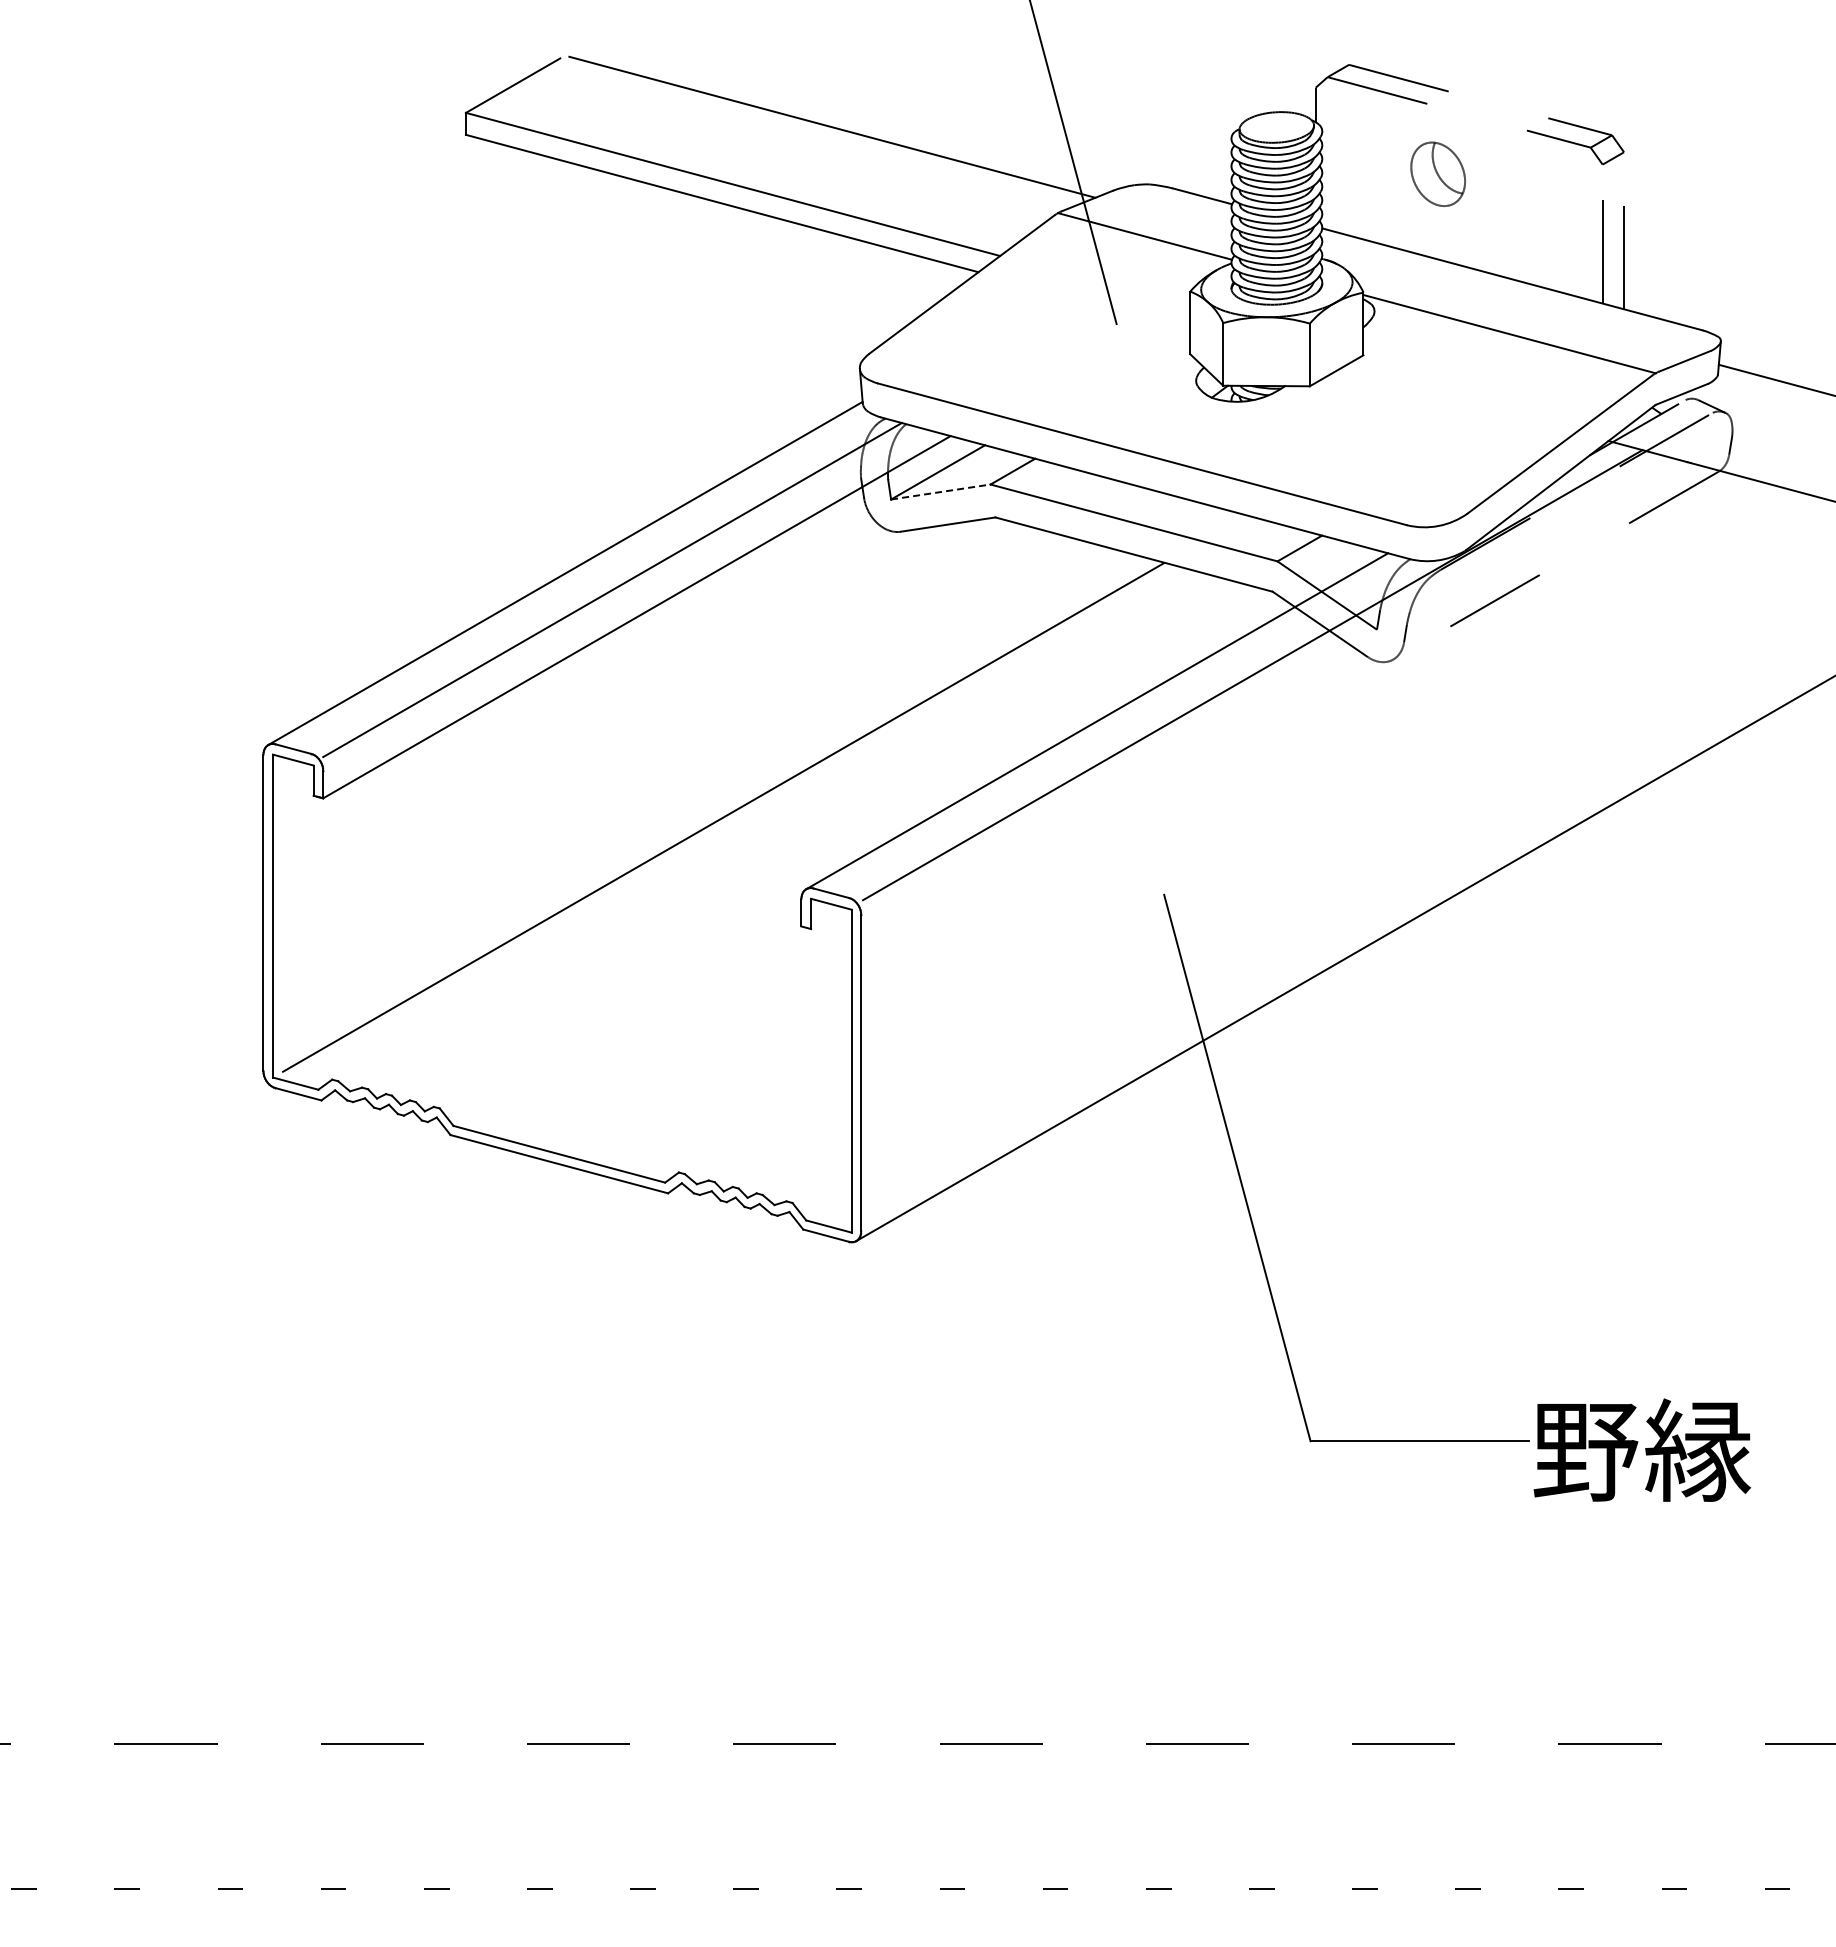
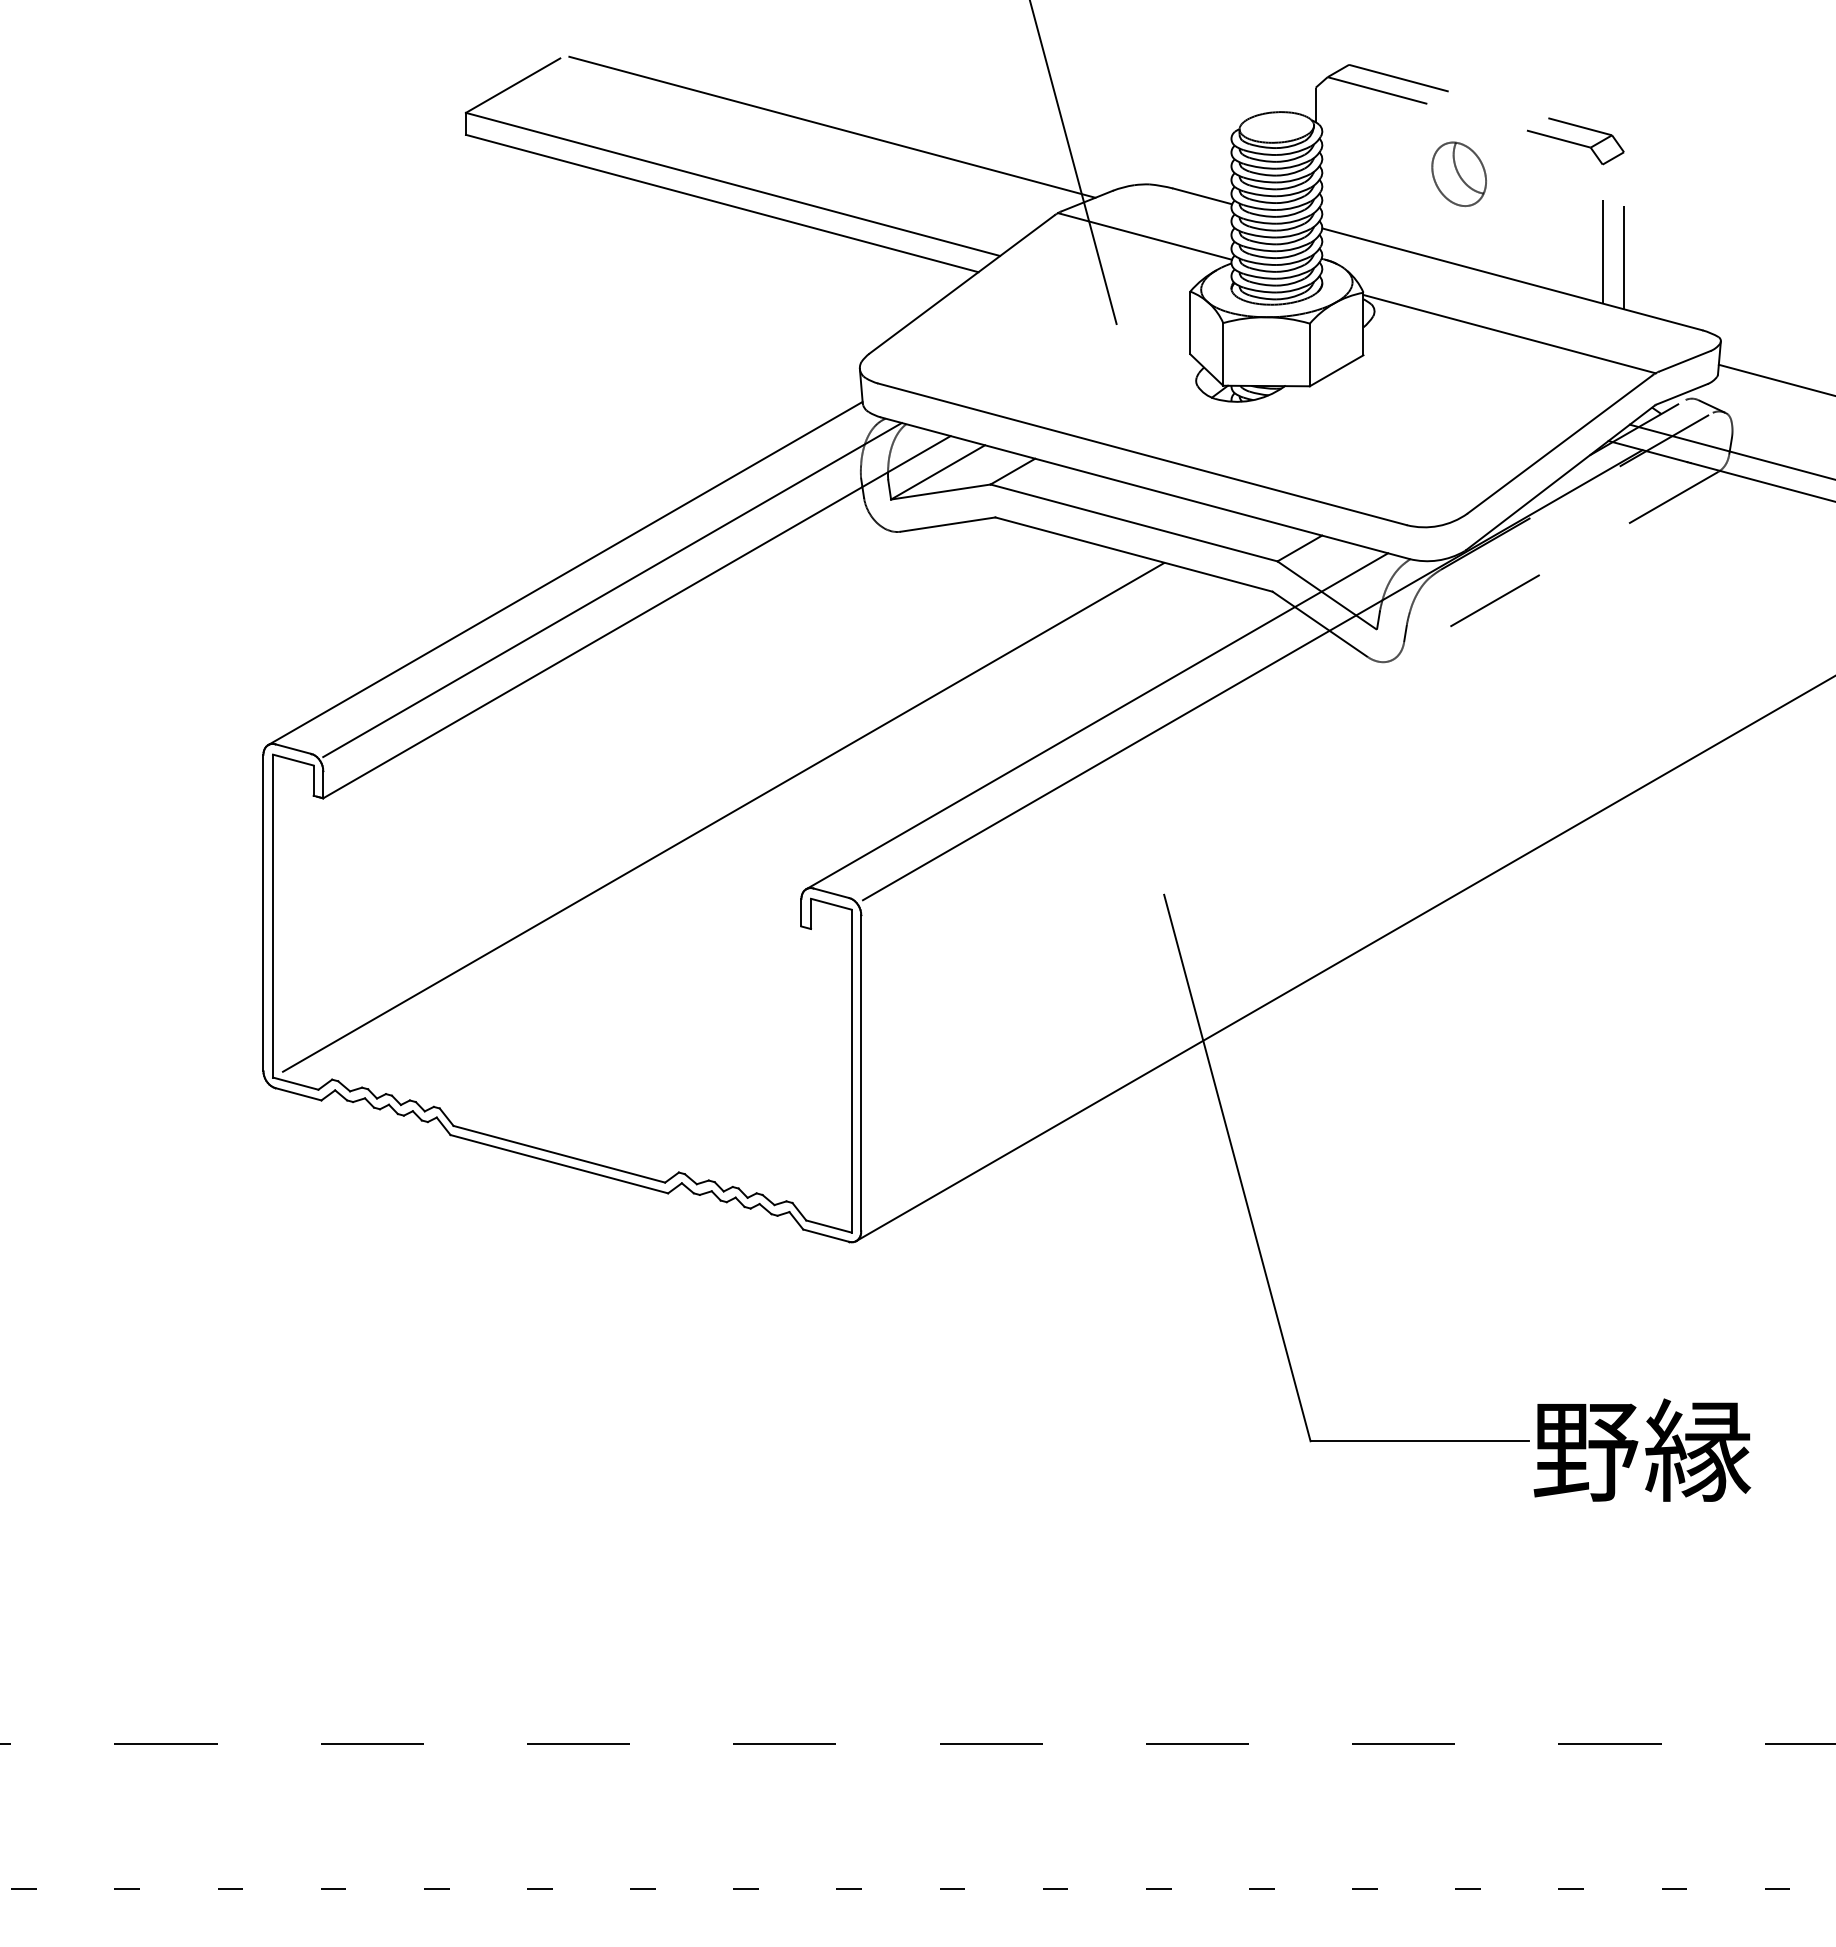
part at (1437, 173) position: (1437, 173) -> (1458, 173)
line at (1730, 451): none -> present
line at (941, 491): dashed -> solid
